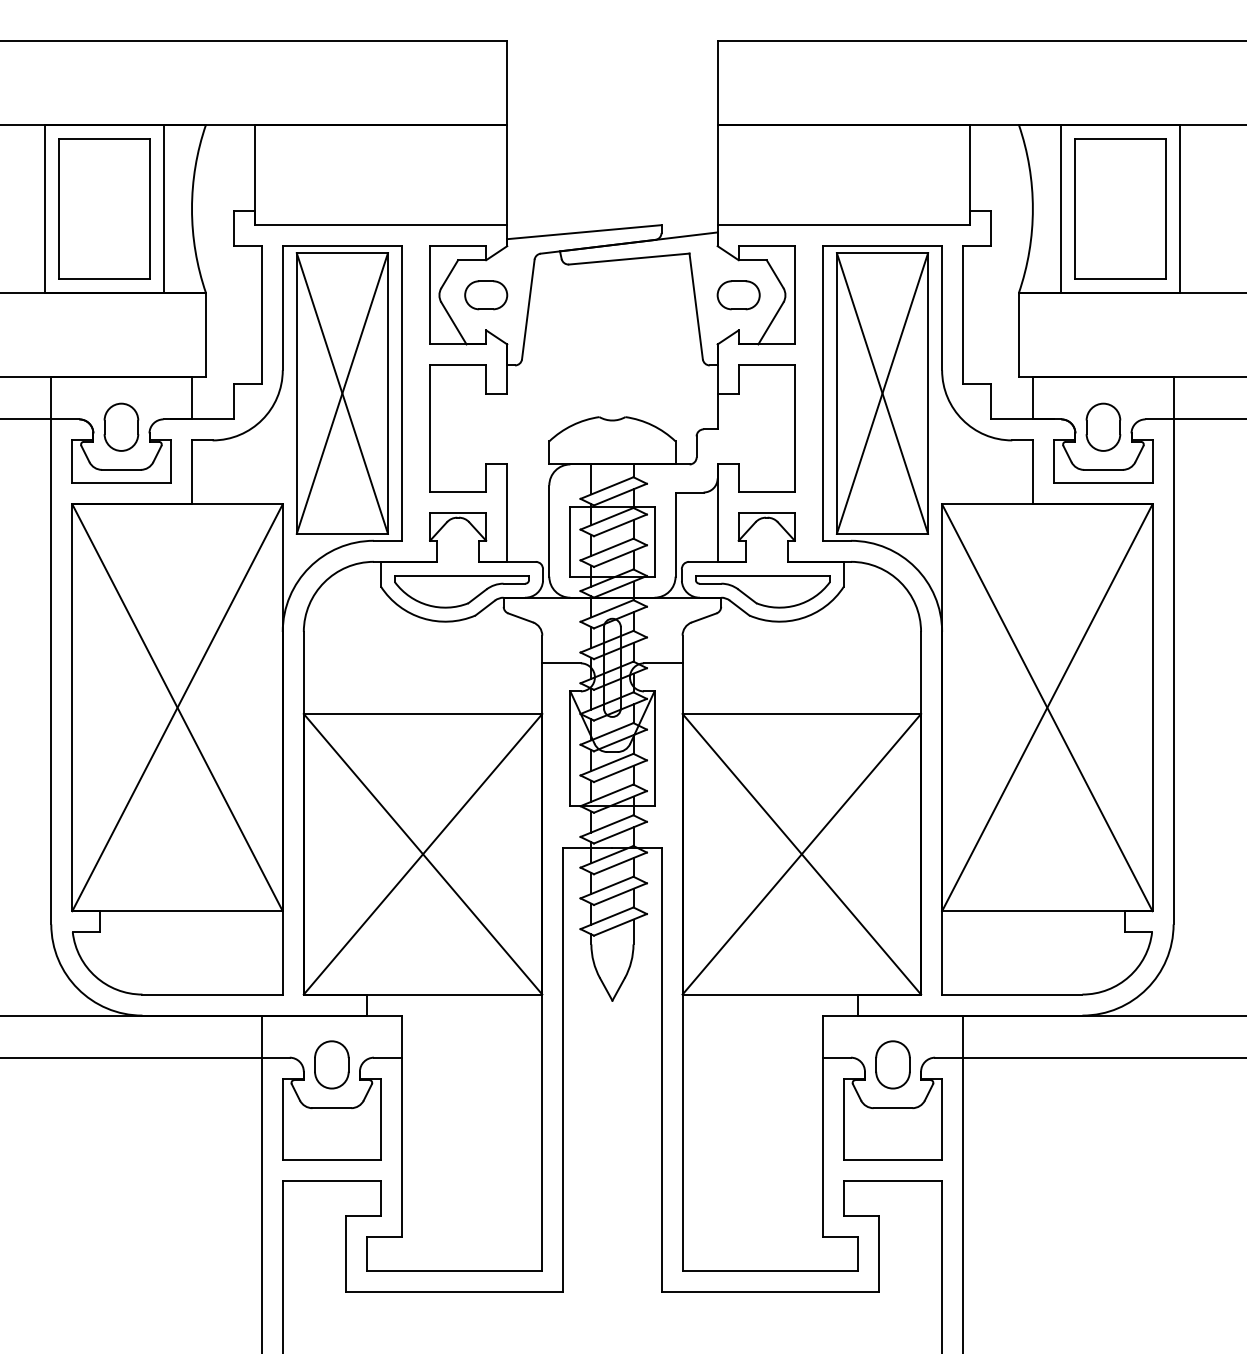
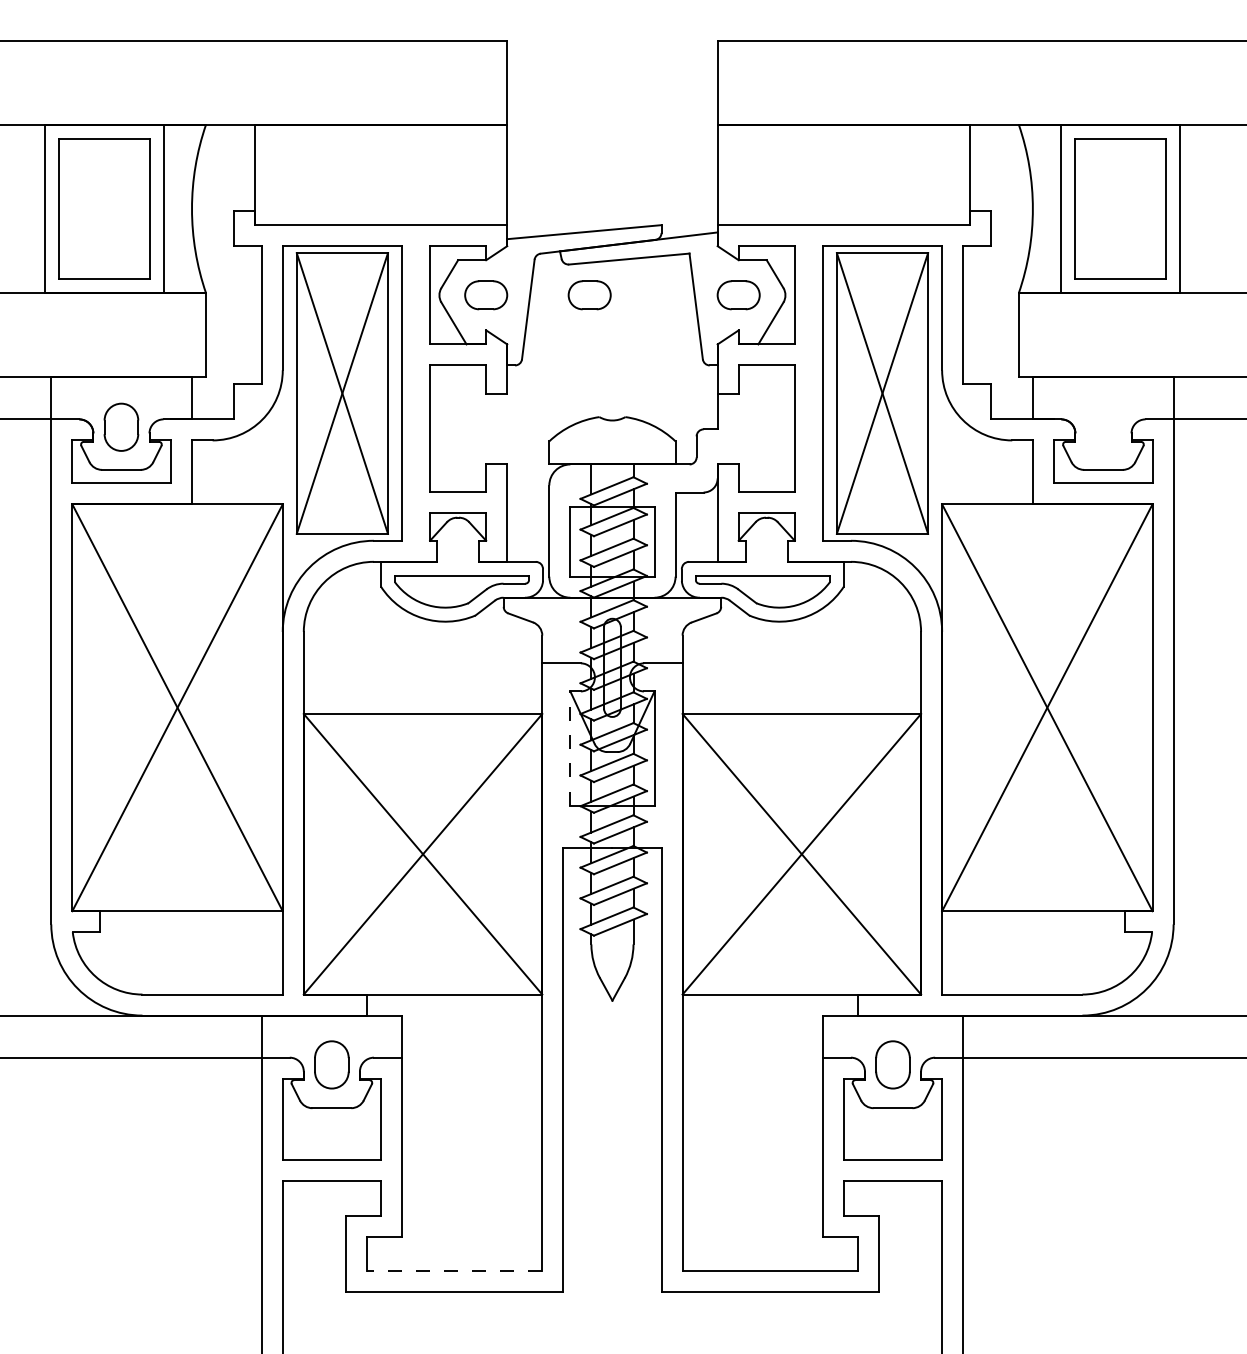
part at (589, 295): none -> present
part at (1103, 426): present -> none
line at (570, 747): solid -> dashed
line at (454, 1270): solid -> dashed
